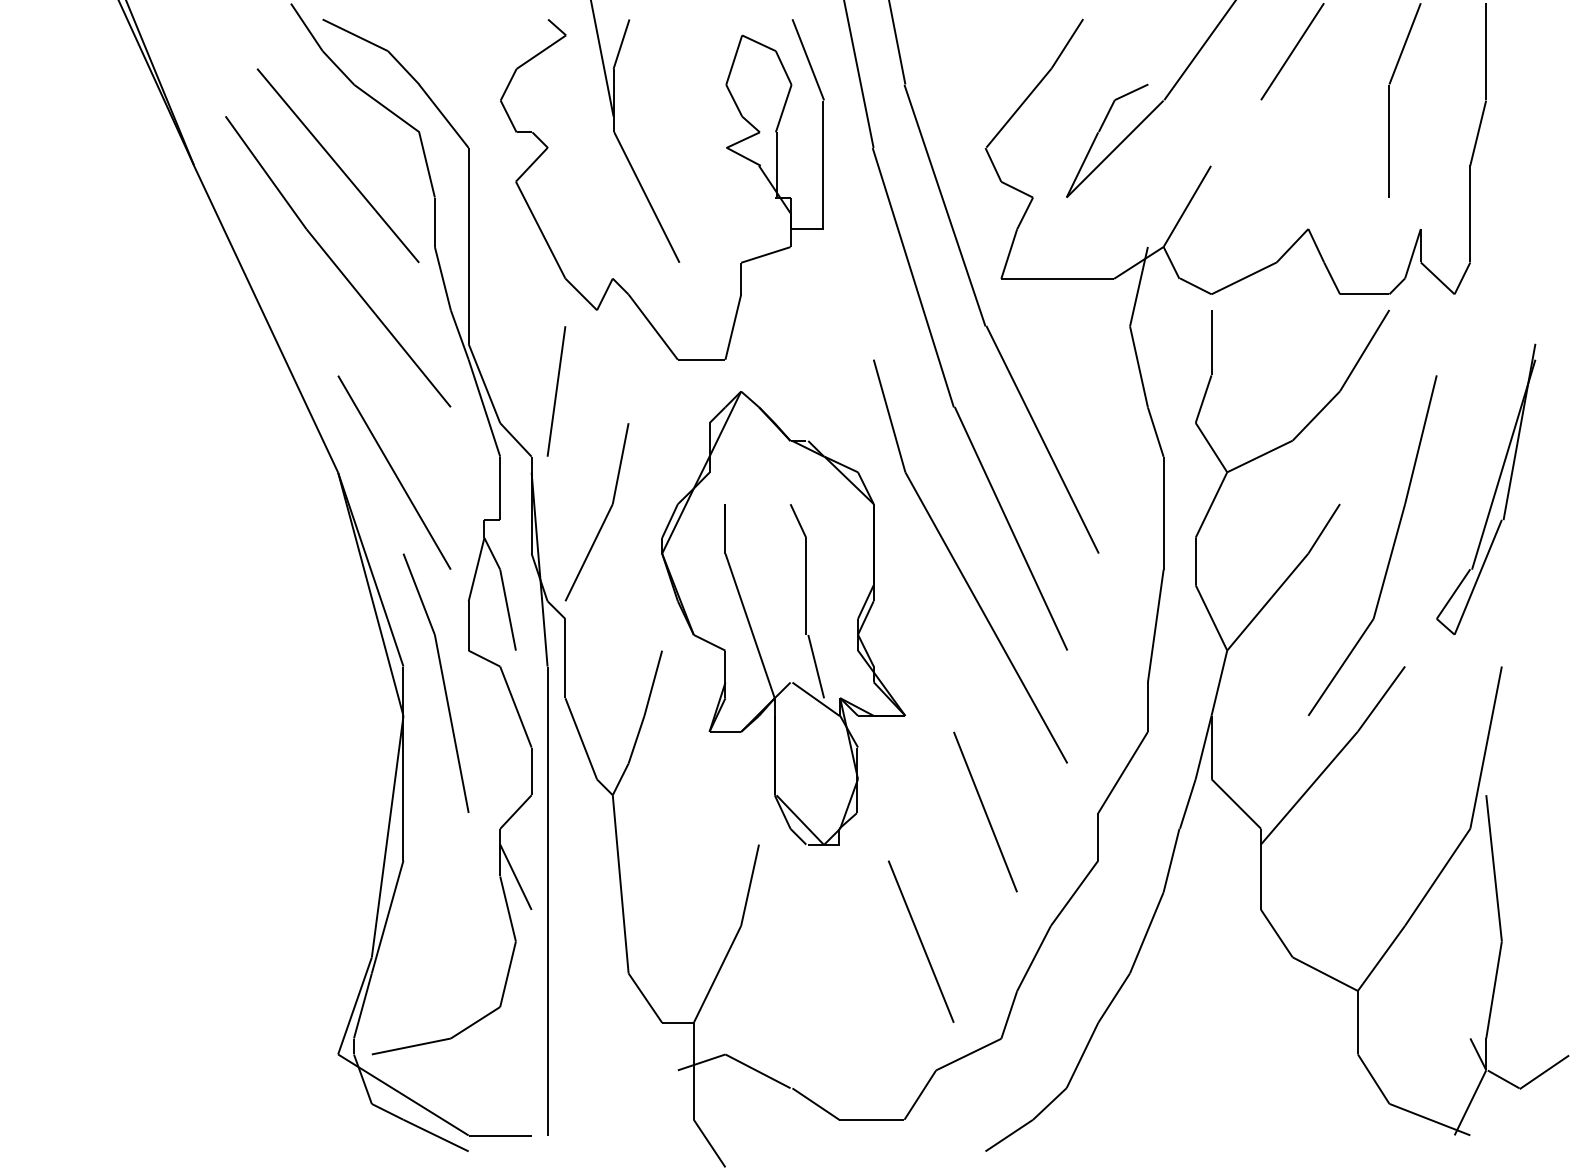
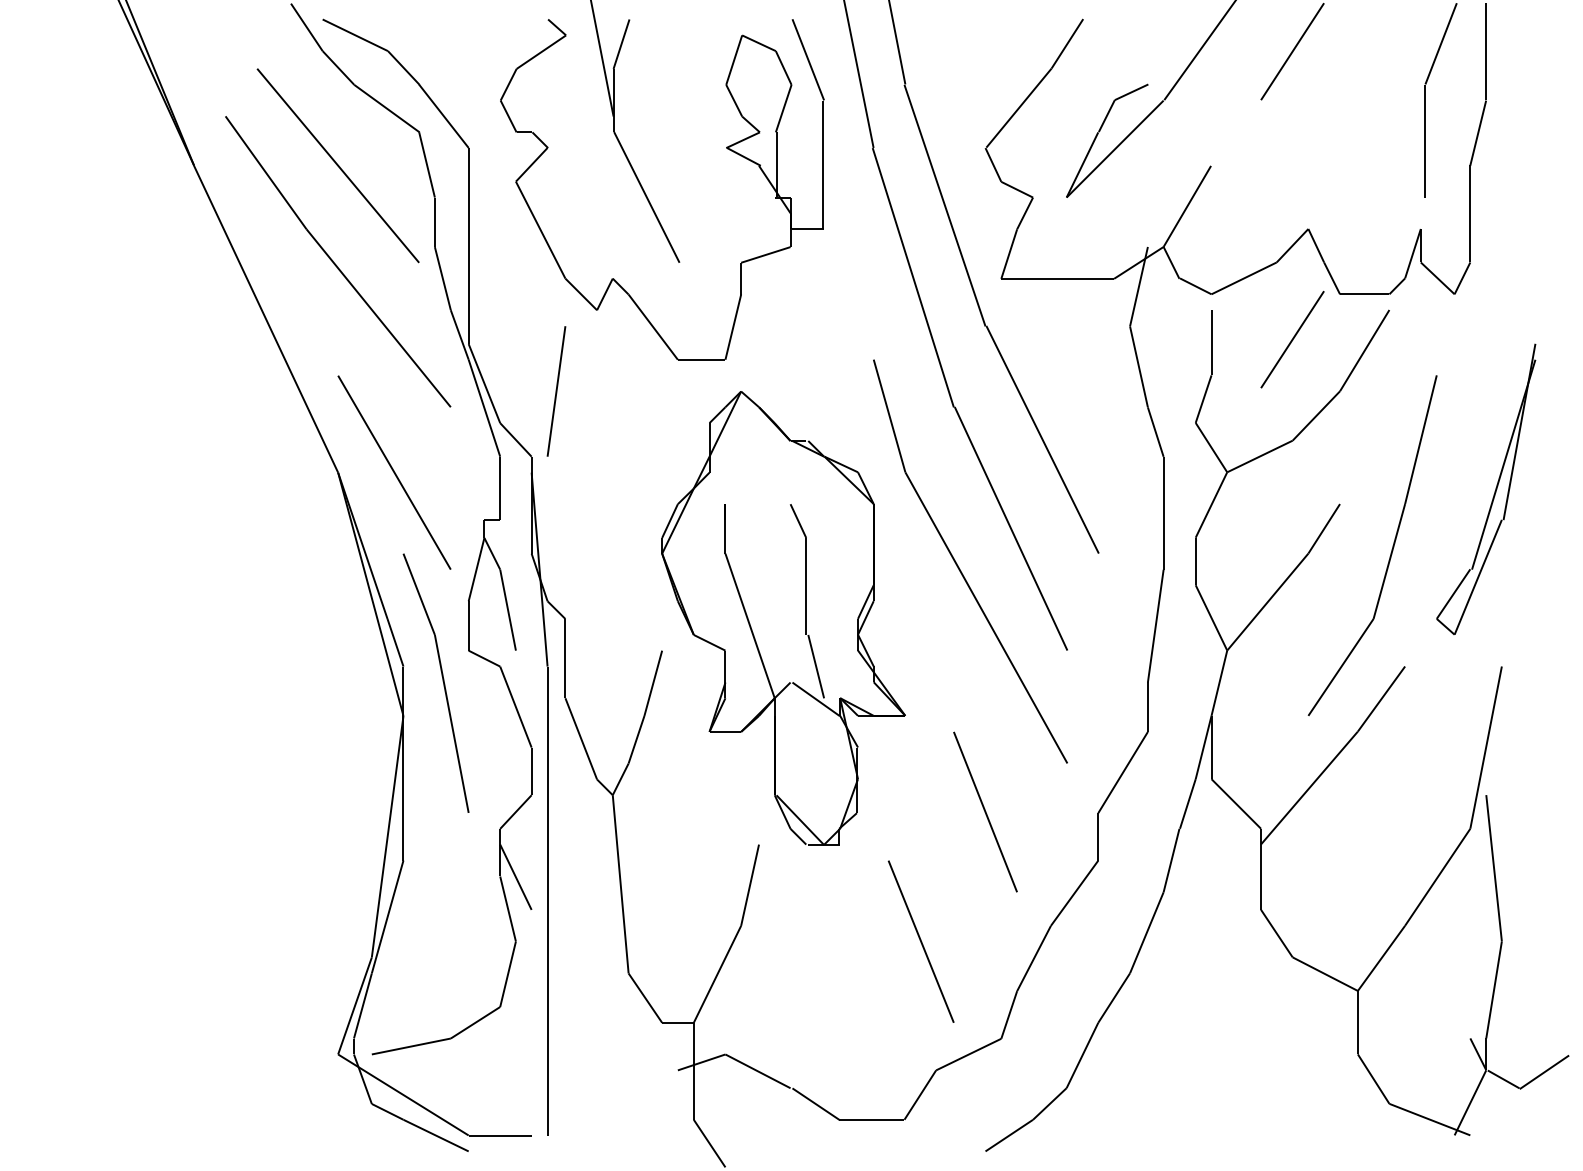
part at (1389, 100) position: (1389, 100) -> (1425, 100)
line at (1292, 339): none -> present
part at (605, 516): present -> none
